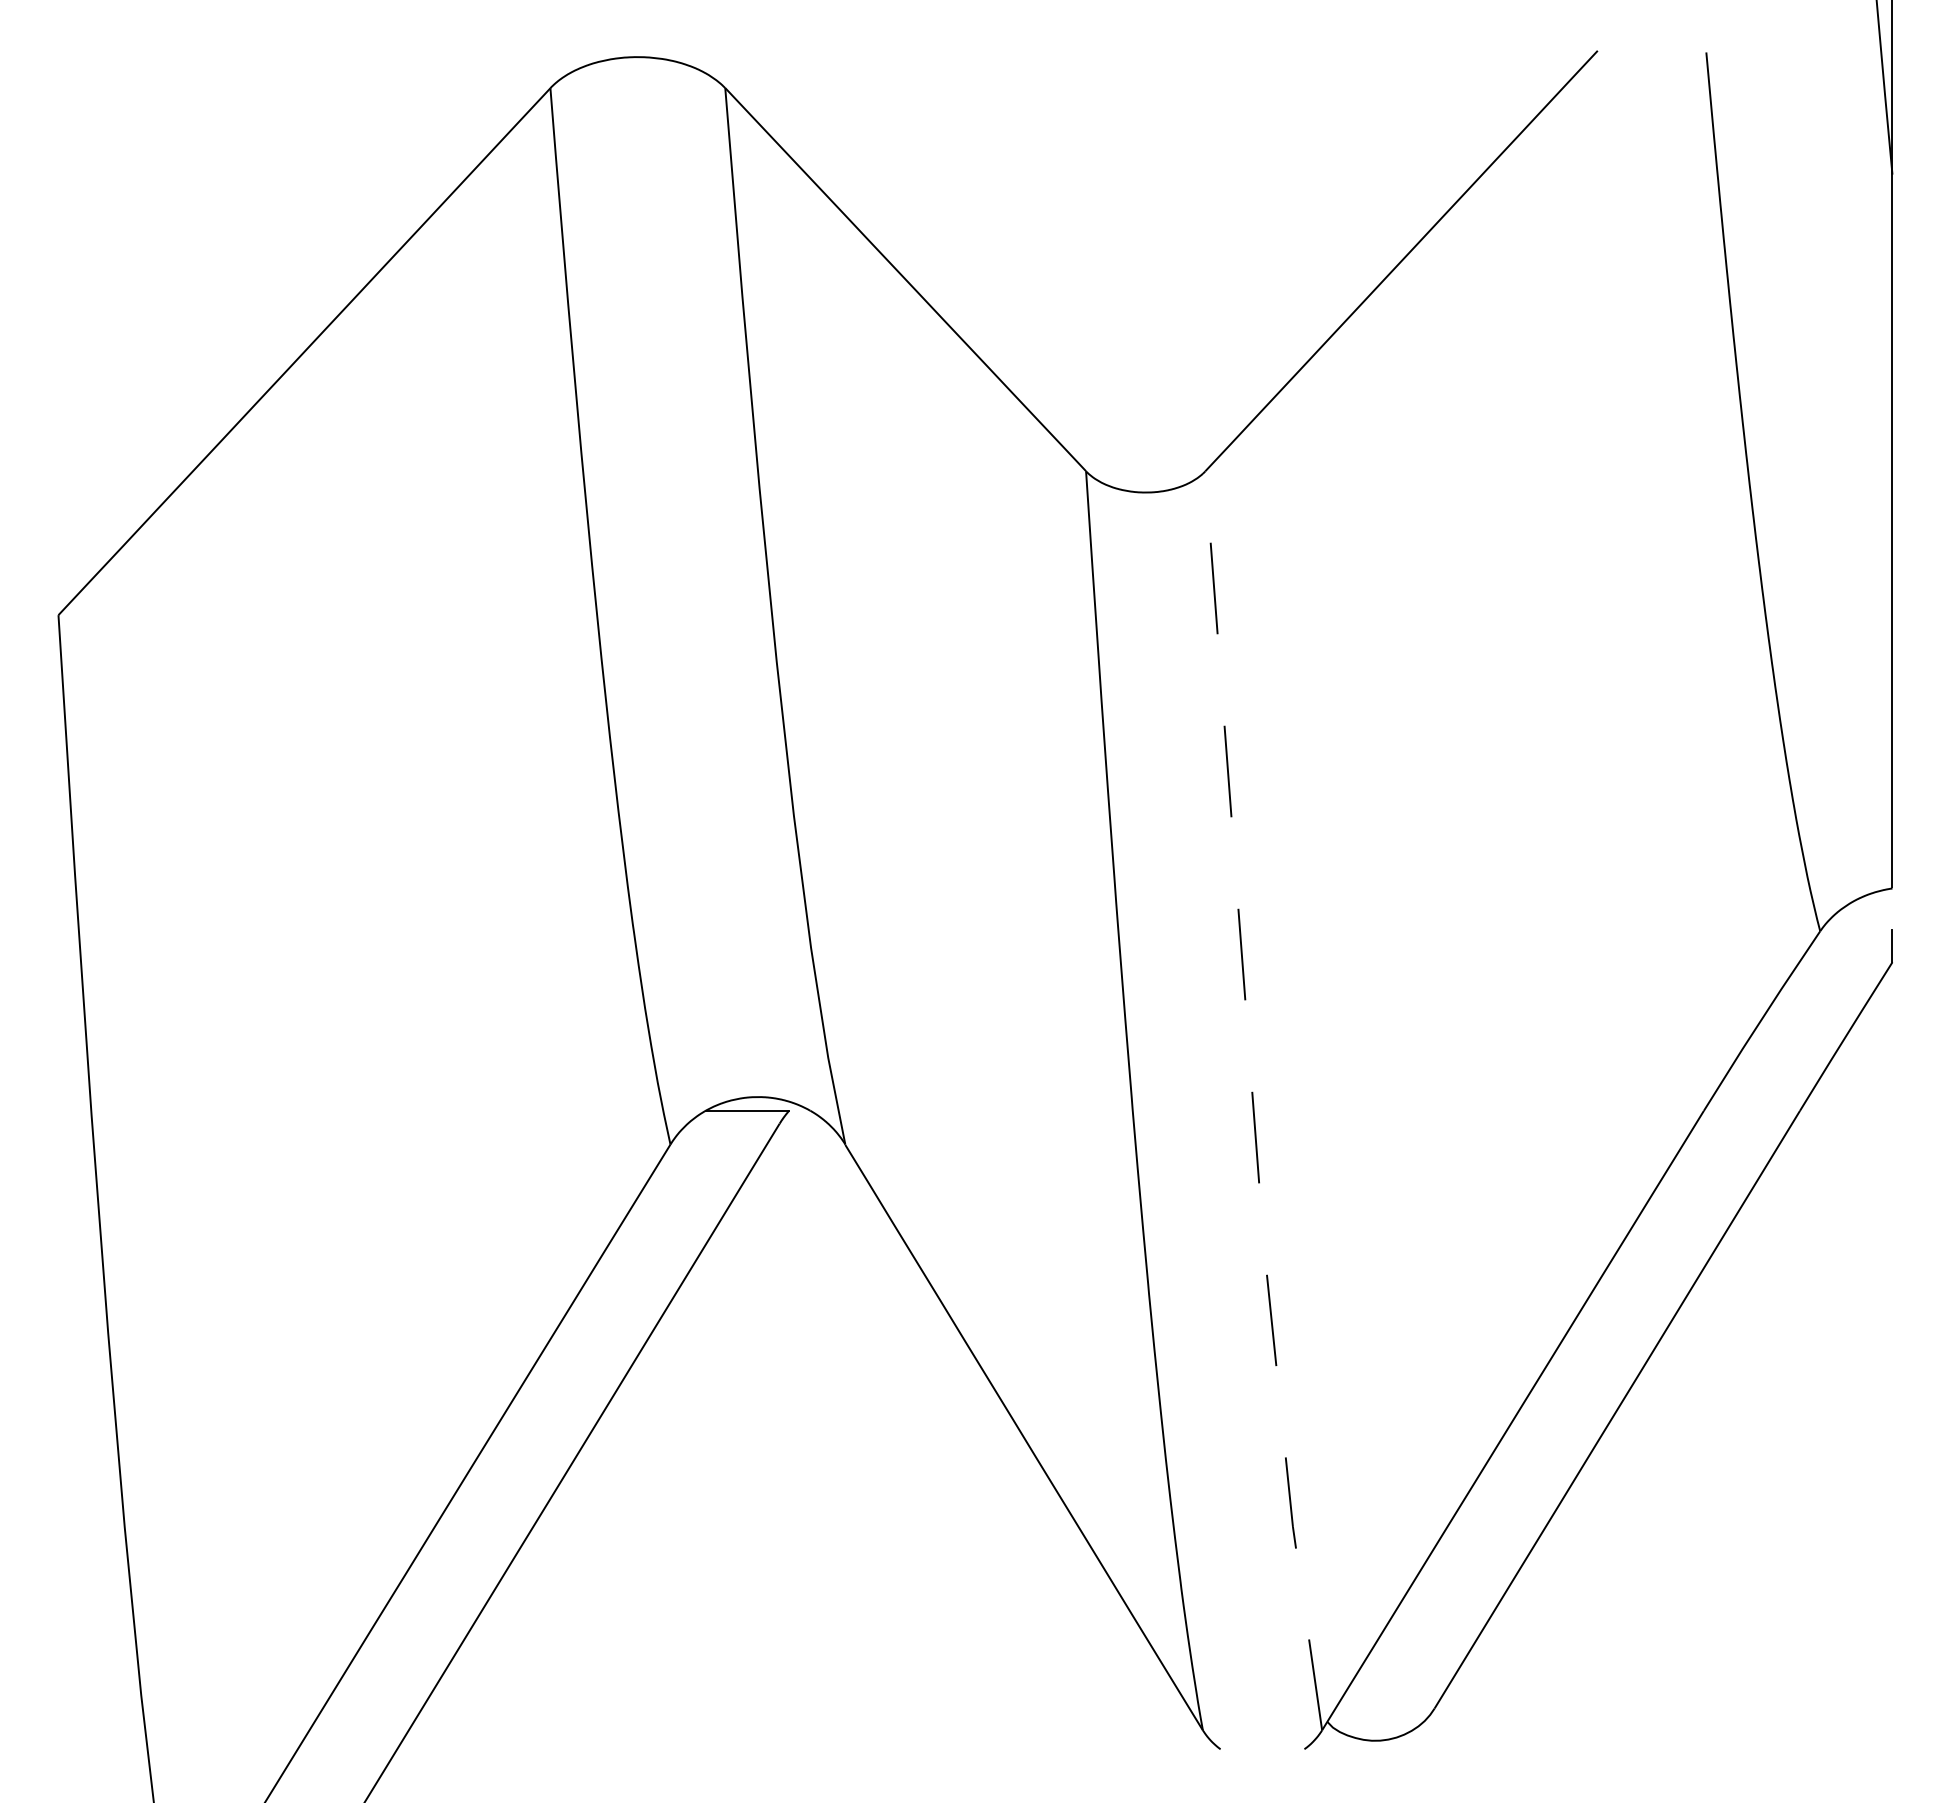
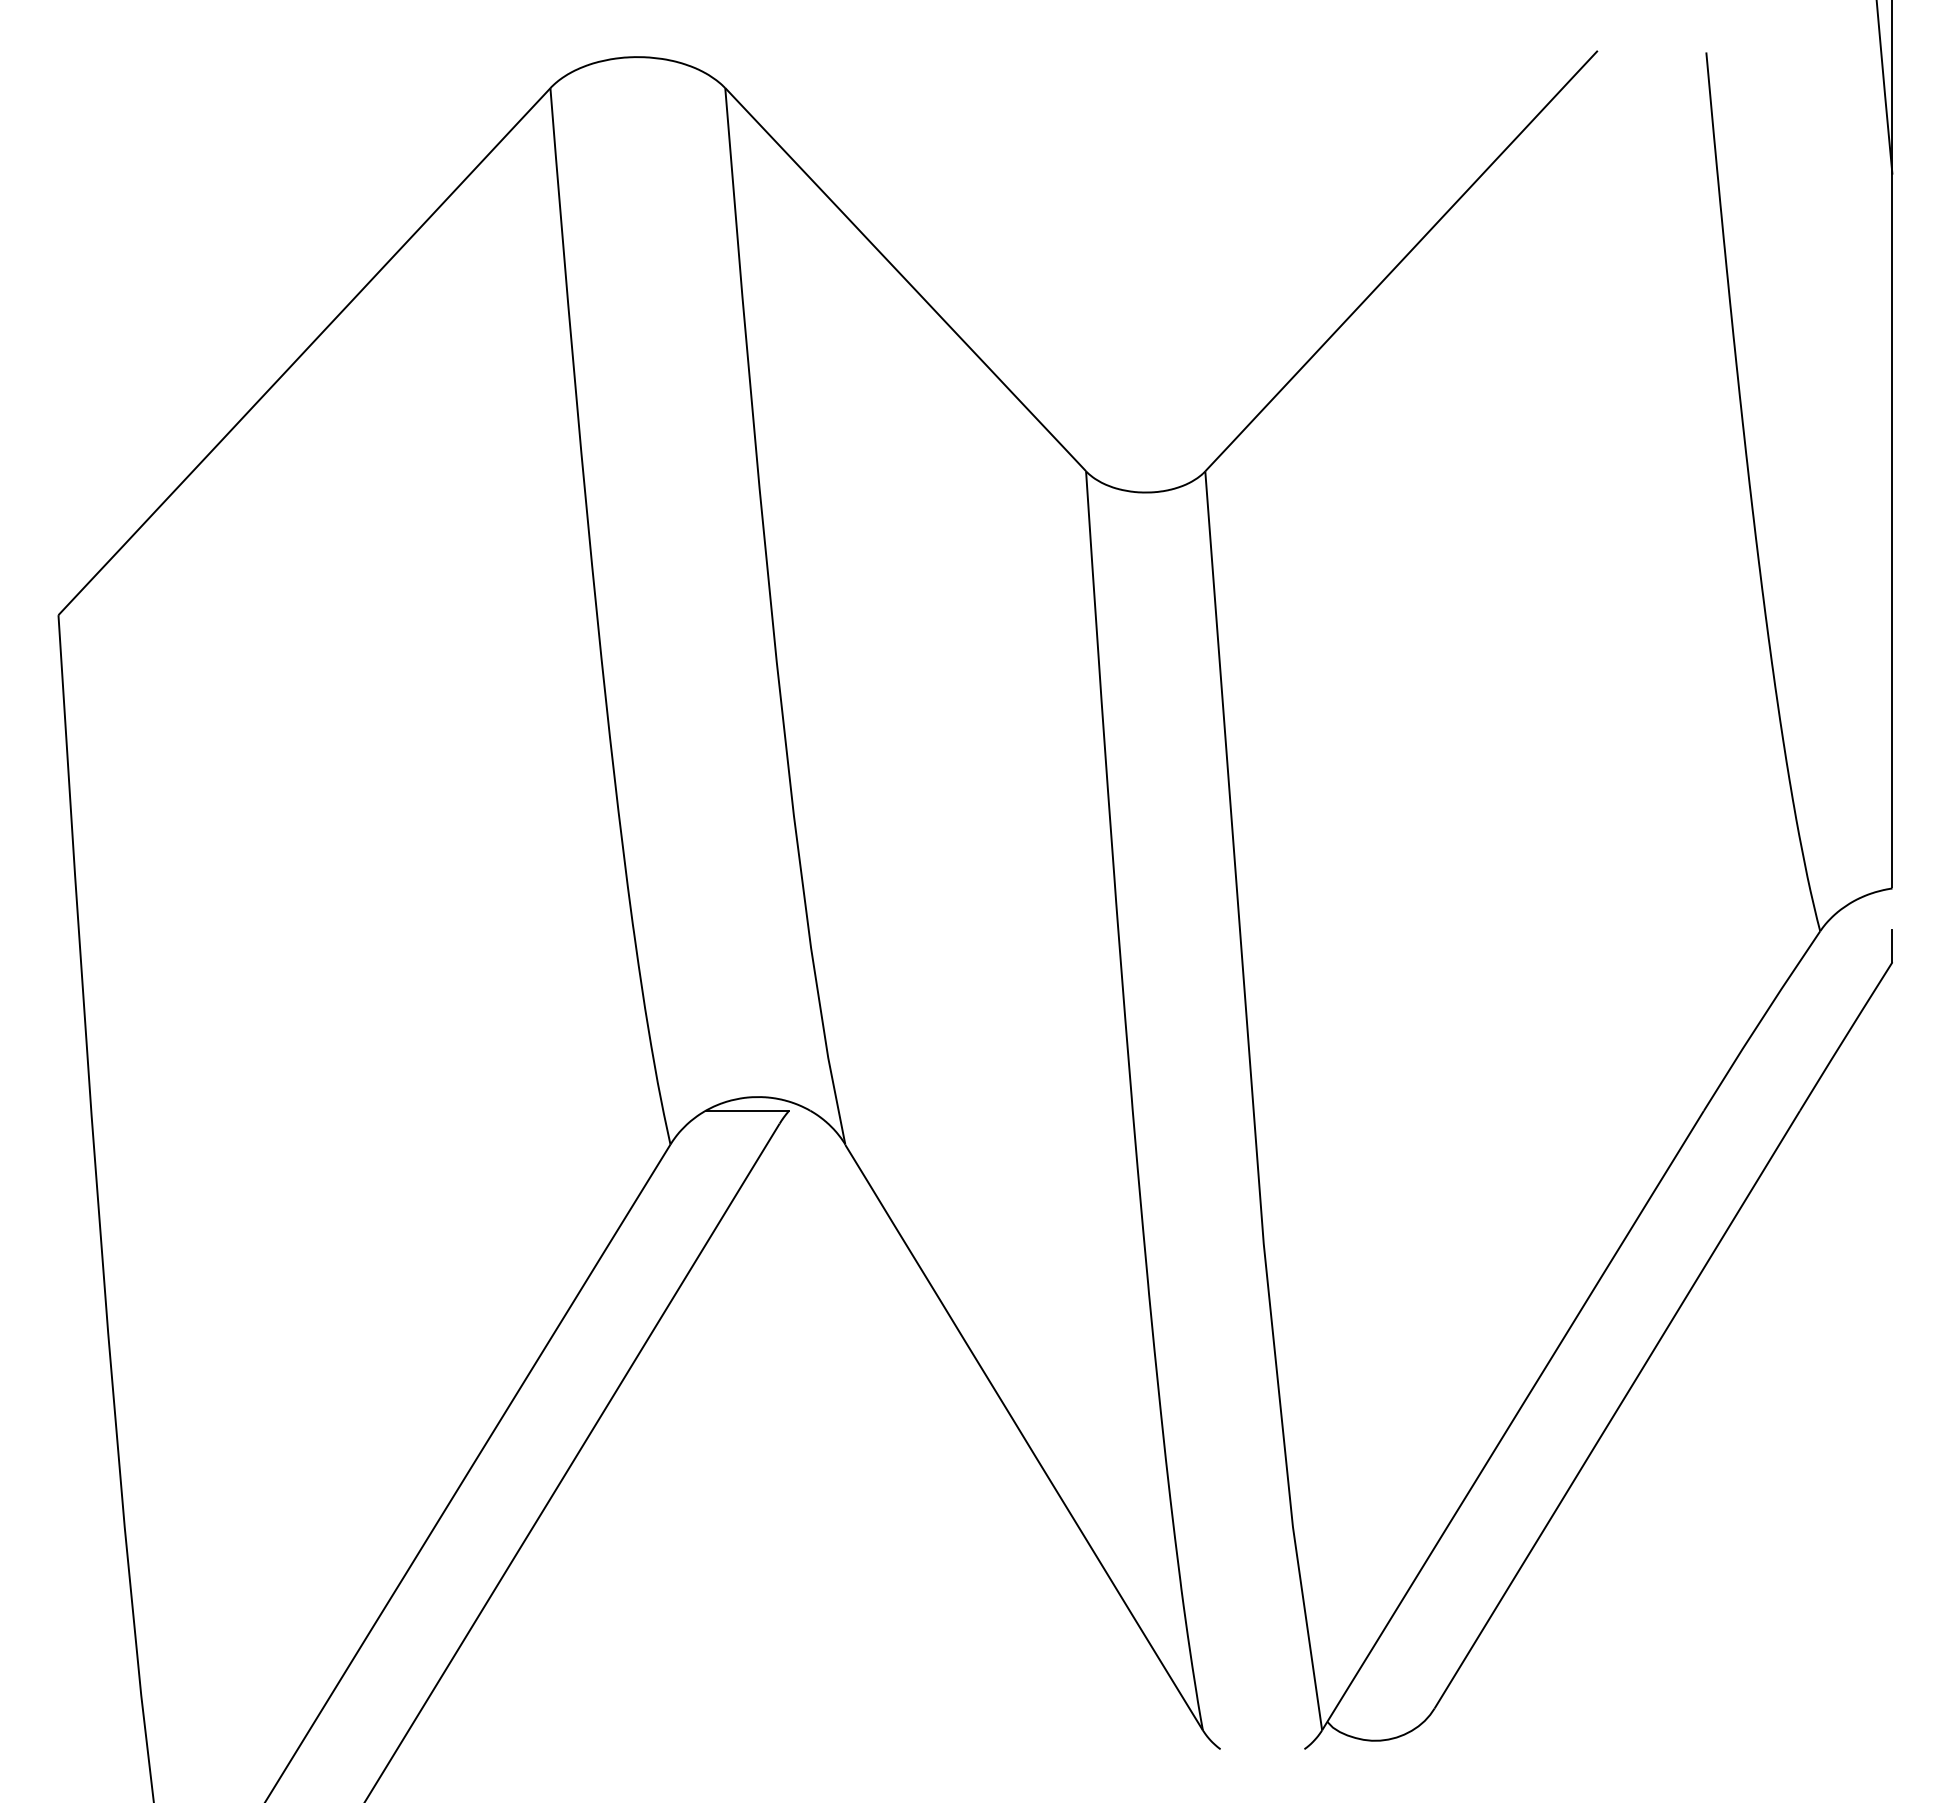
line at (1253, 1103): dashed -> solid
